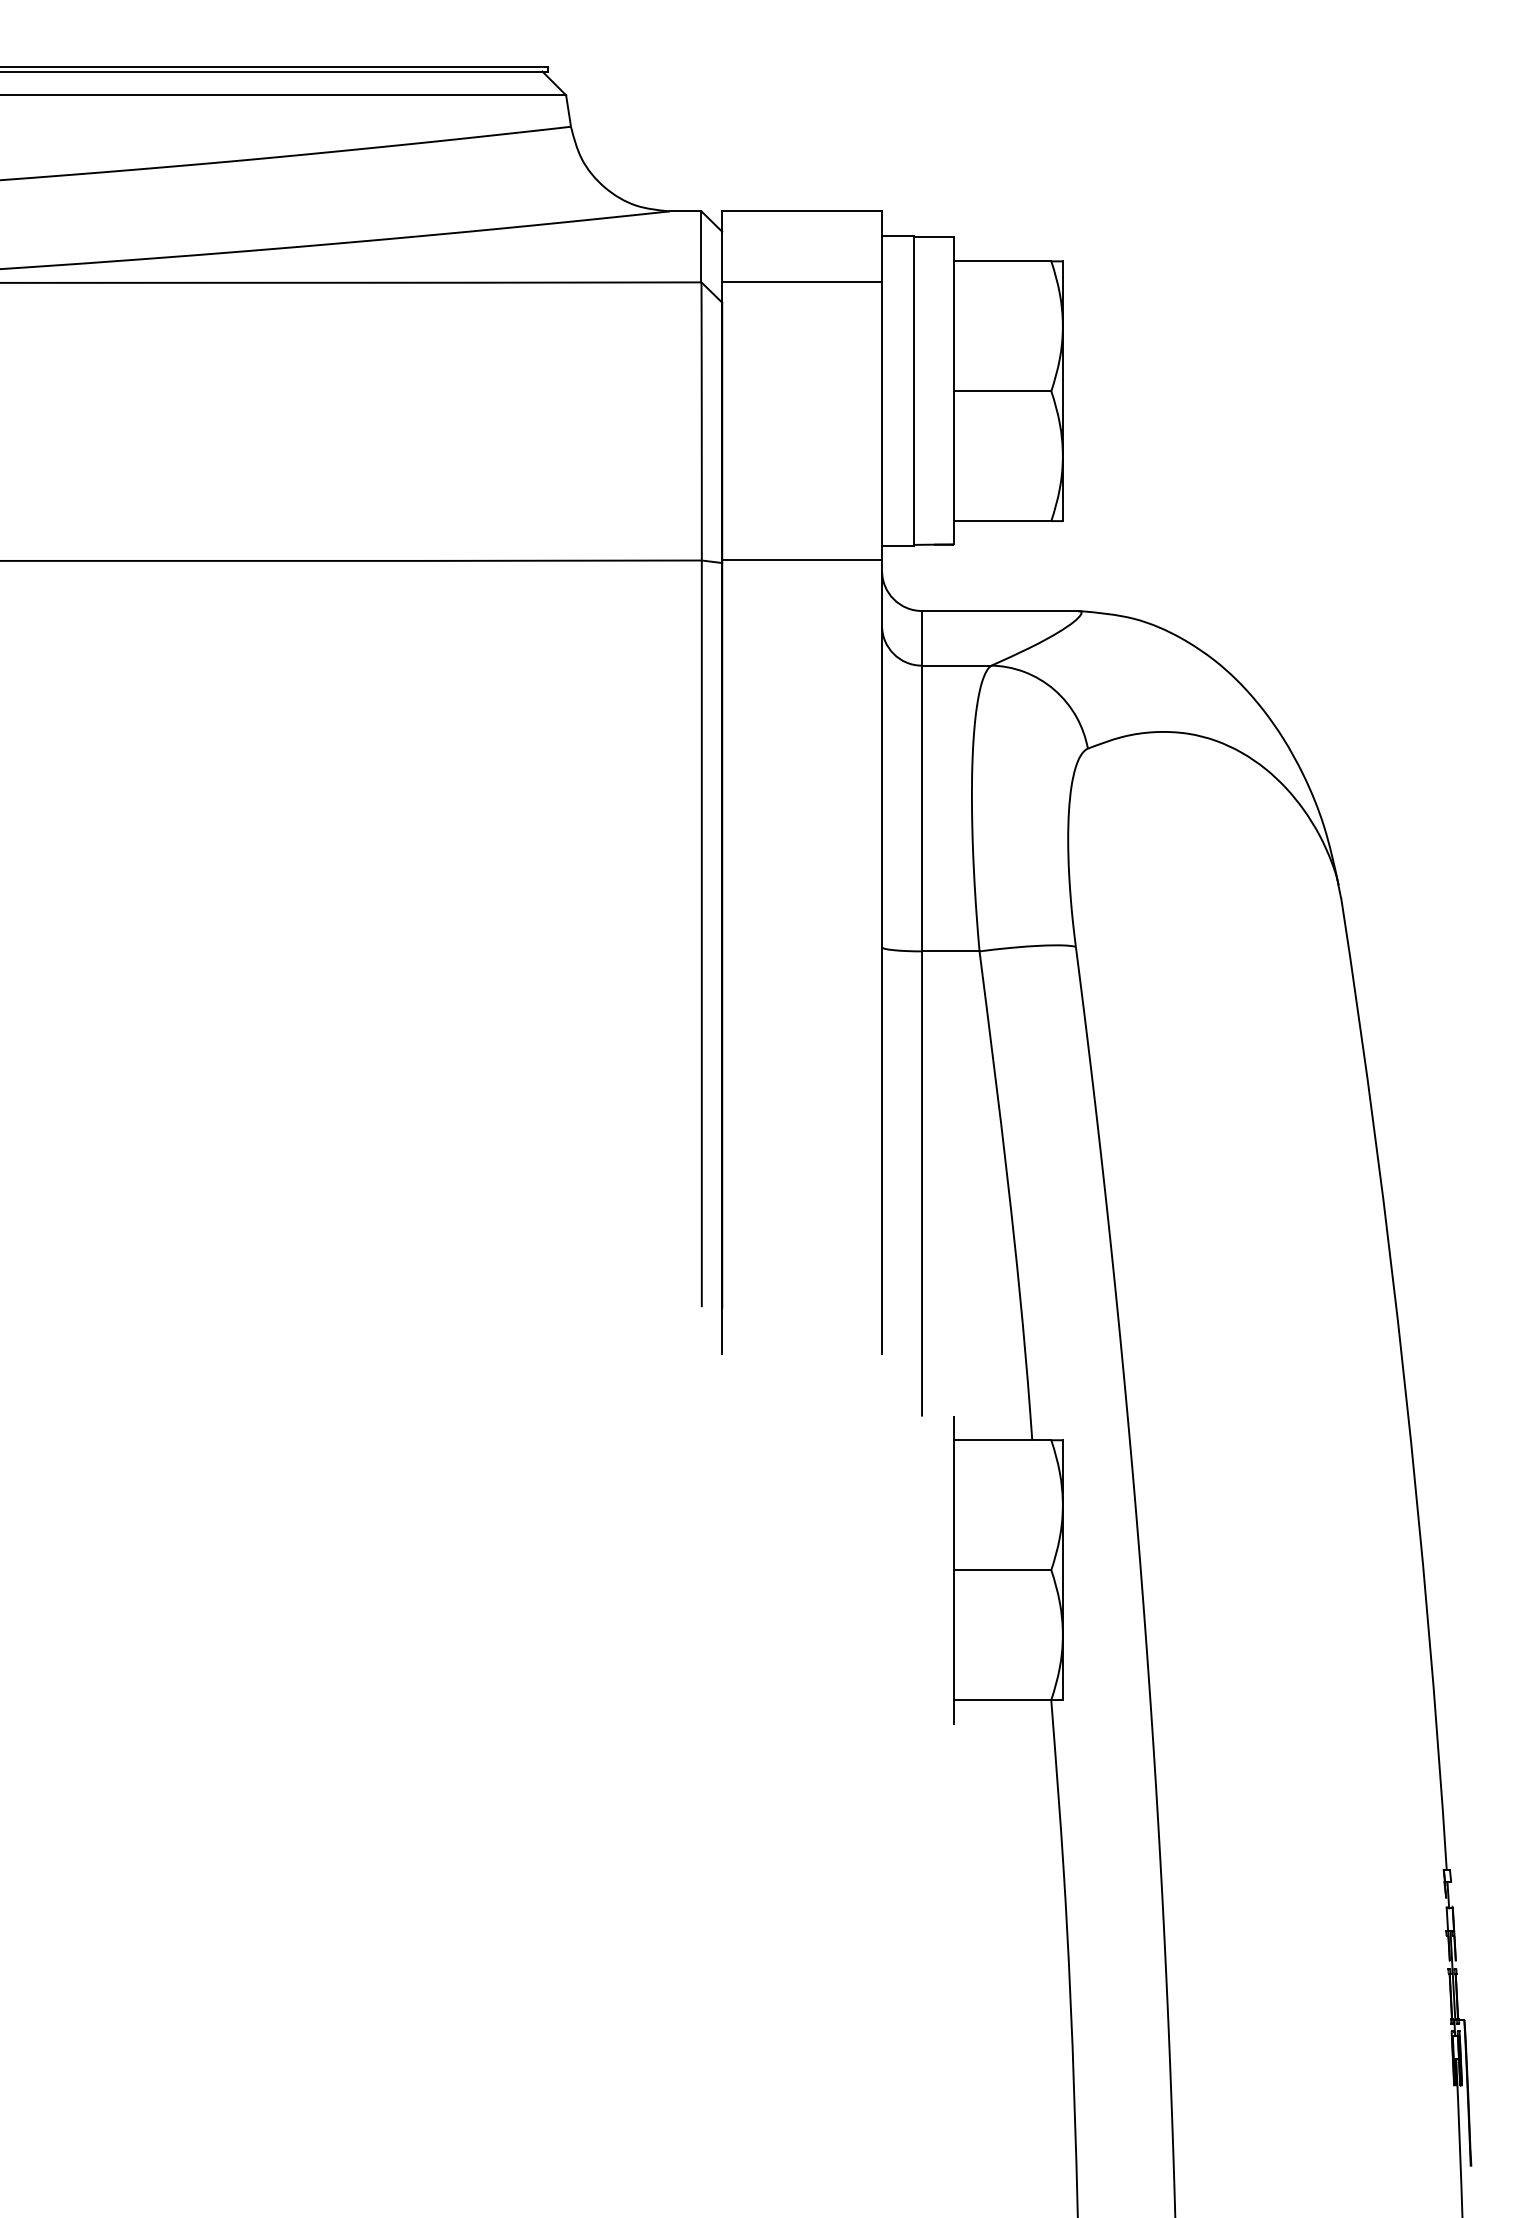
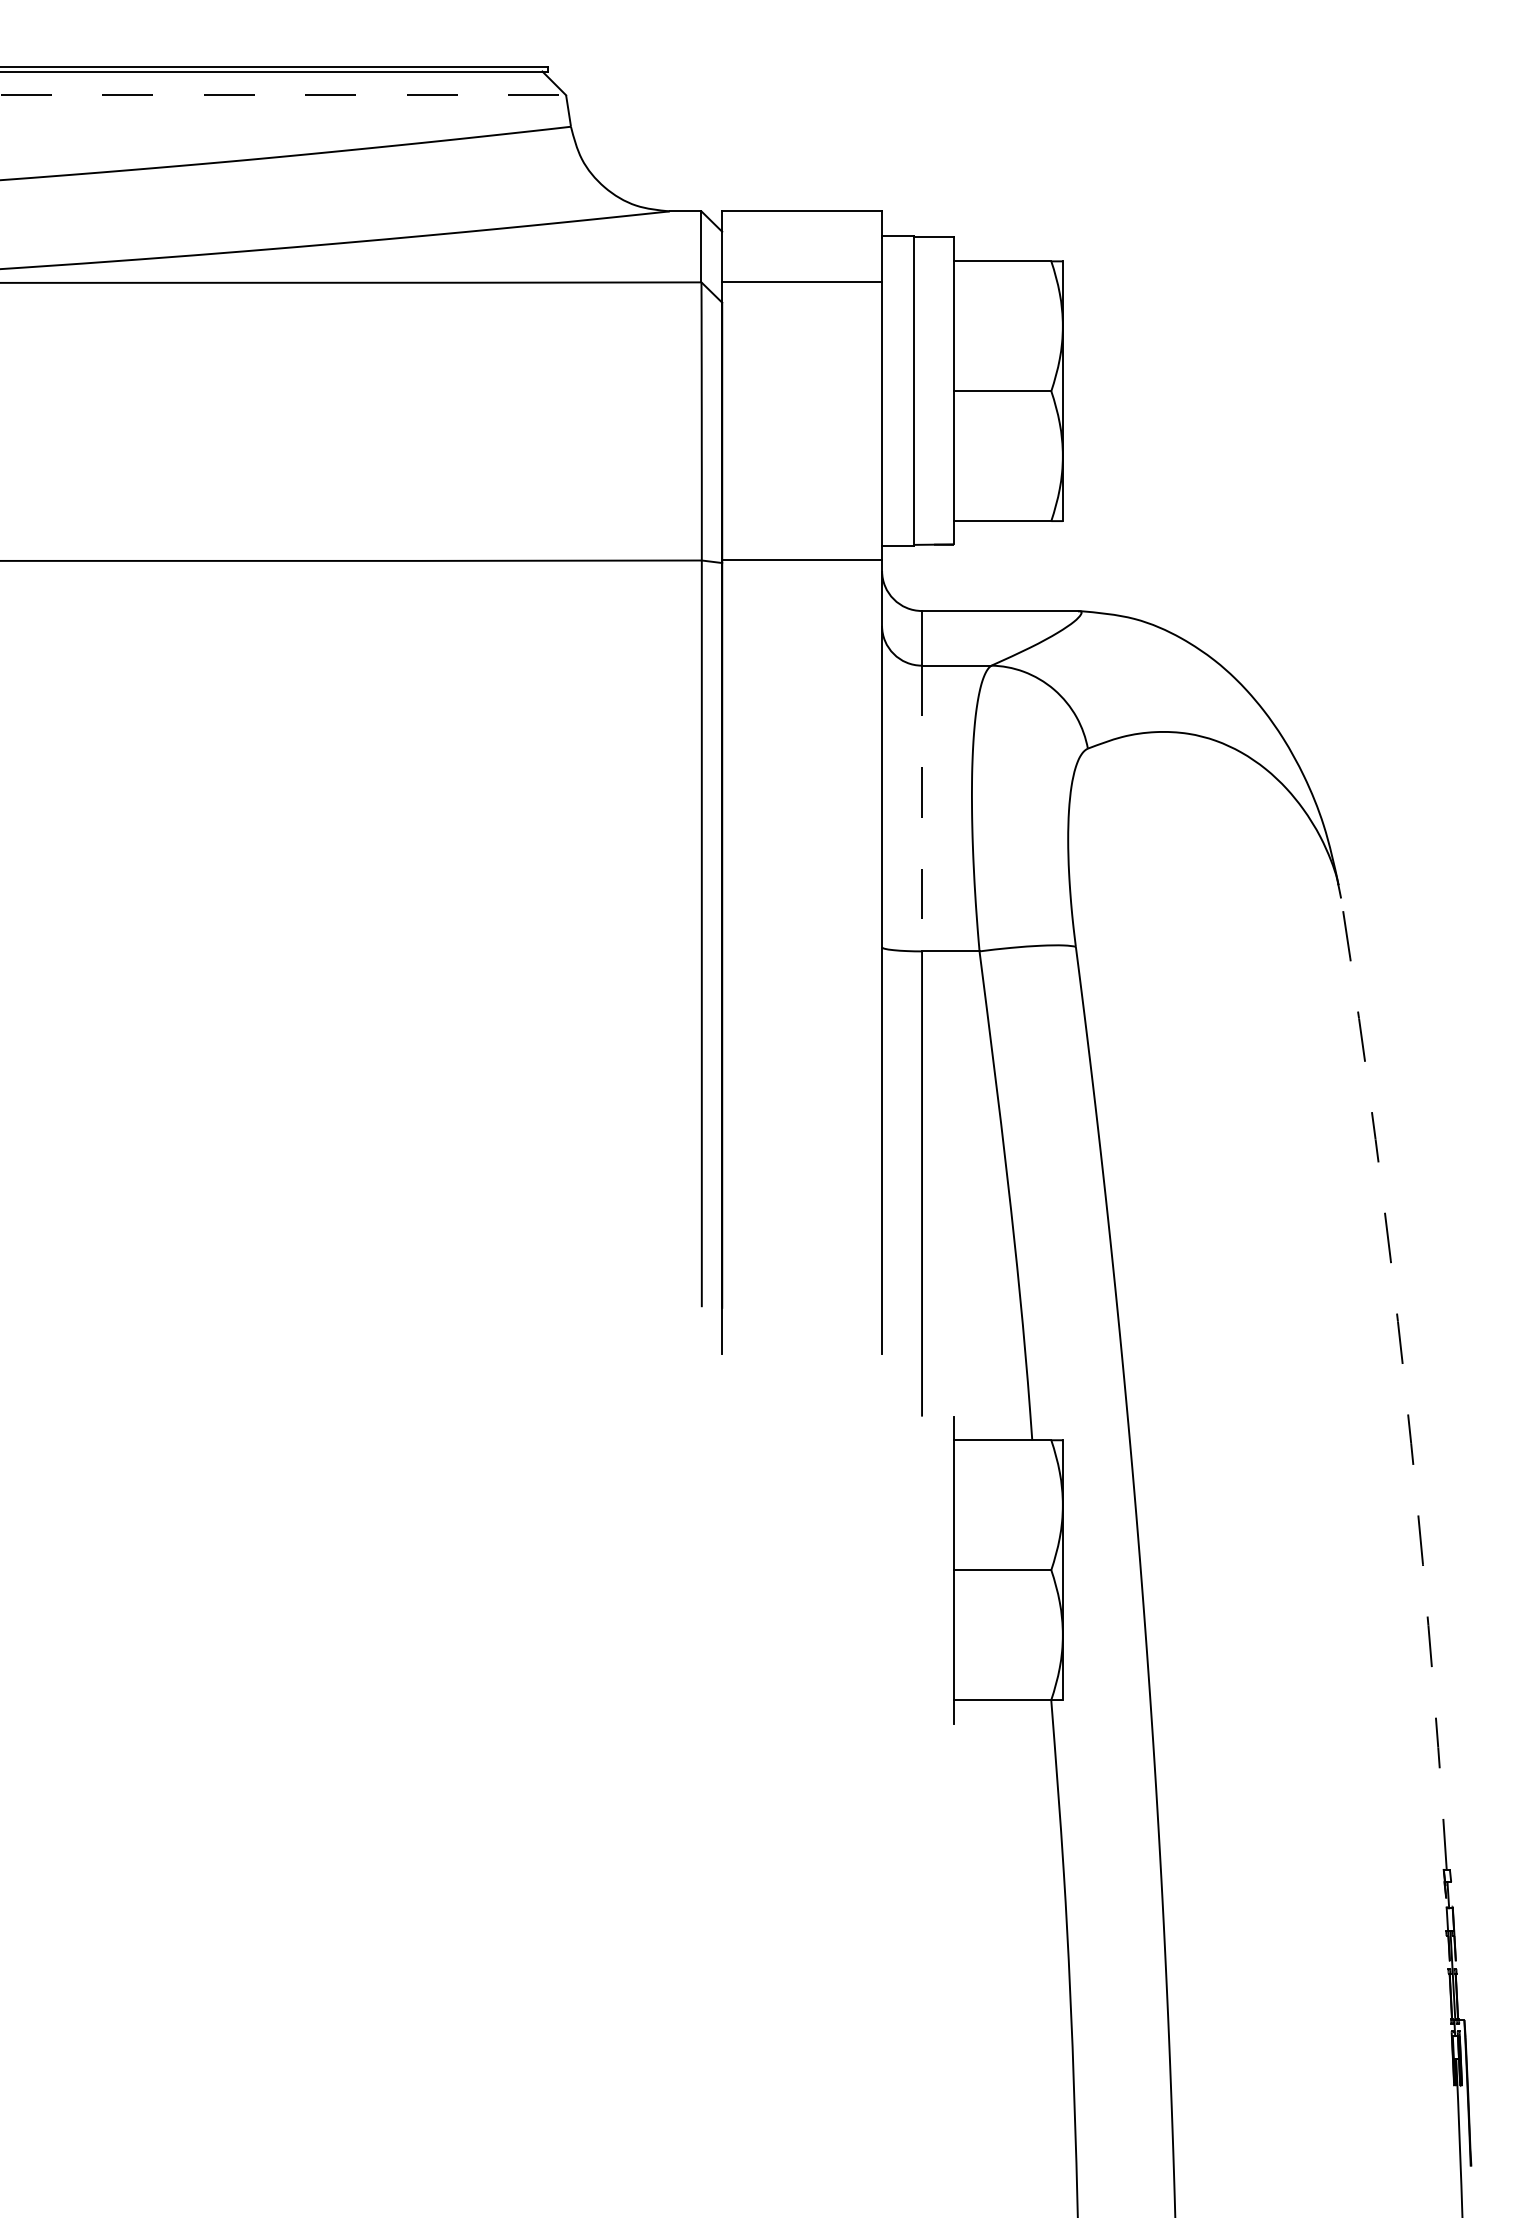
line at (283, 95): solid -> dashed
line at (922, 808): solid -> dashed
arc at (1404, 1382): solid -> dashed
